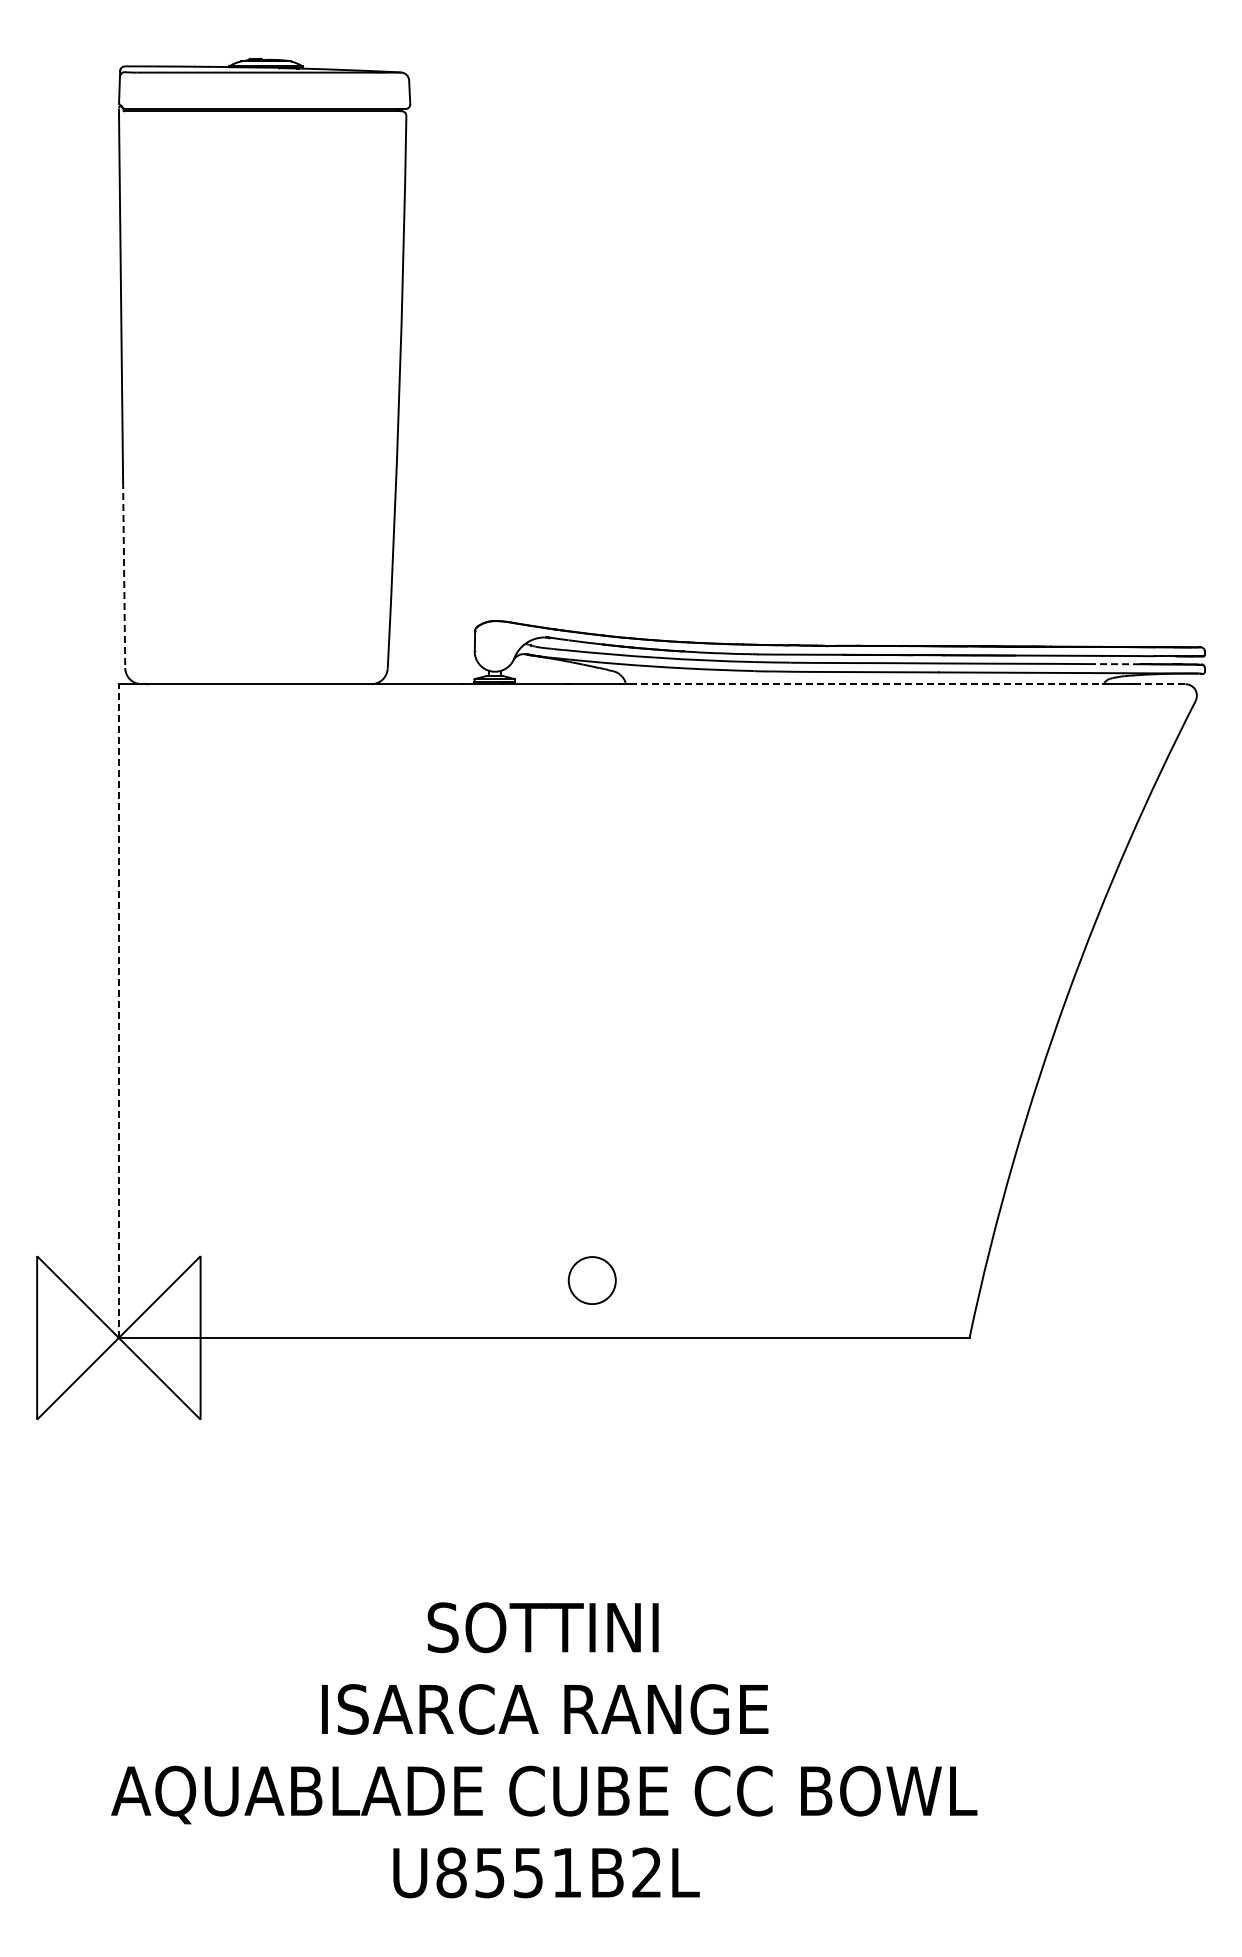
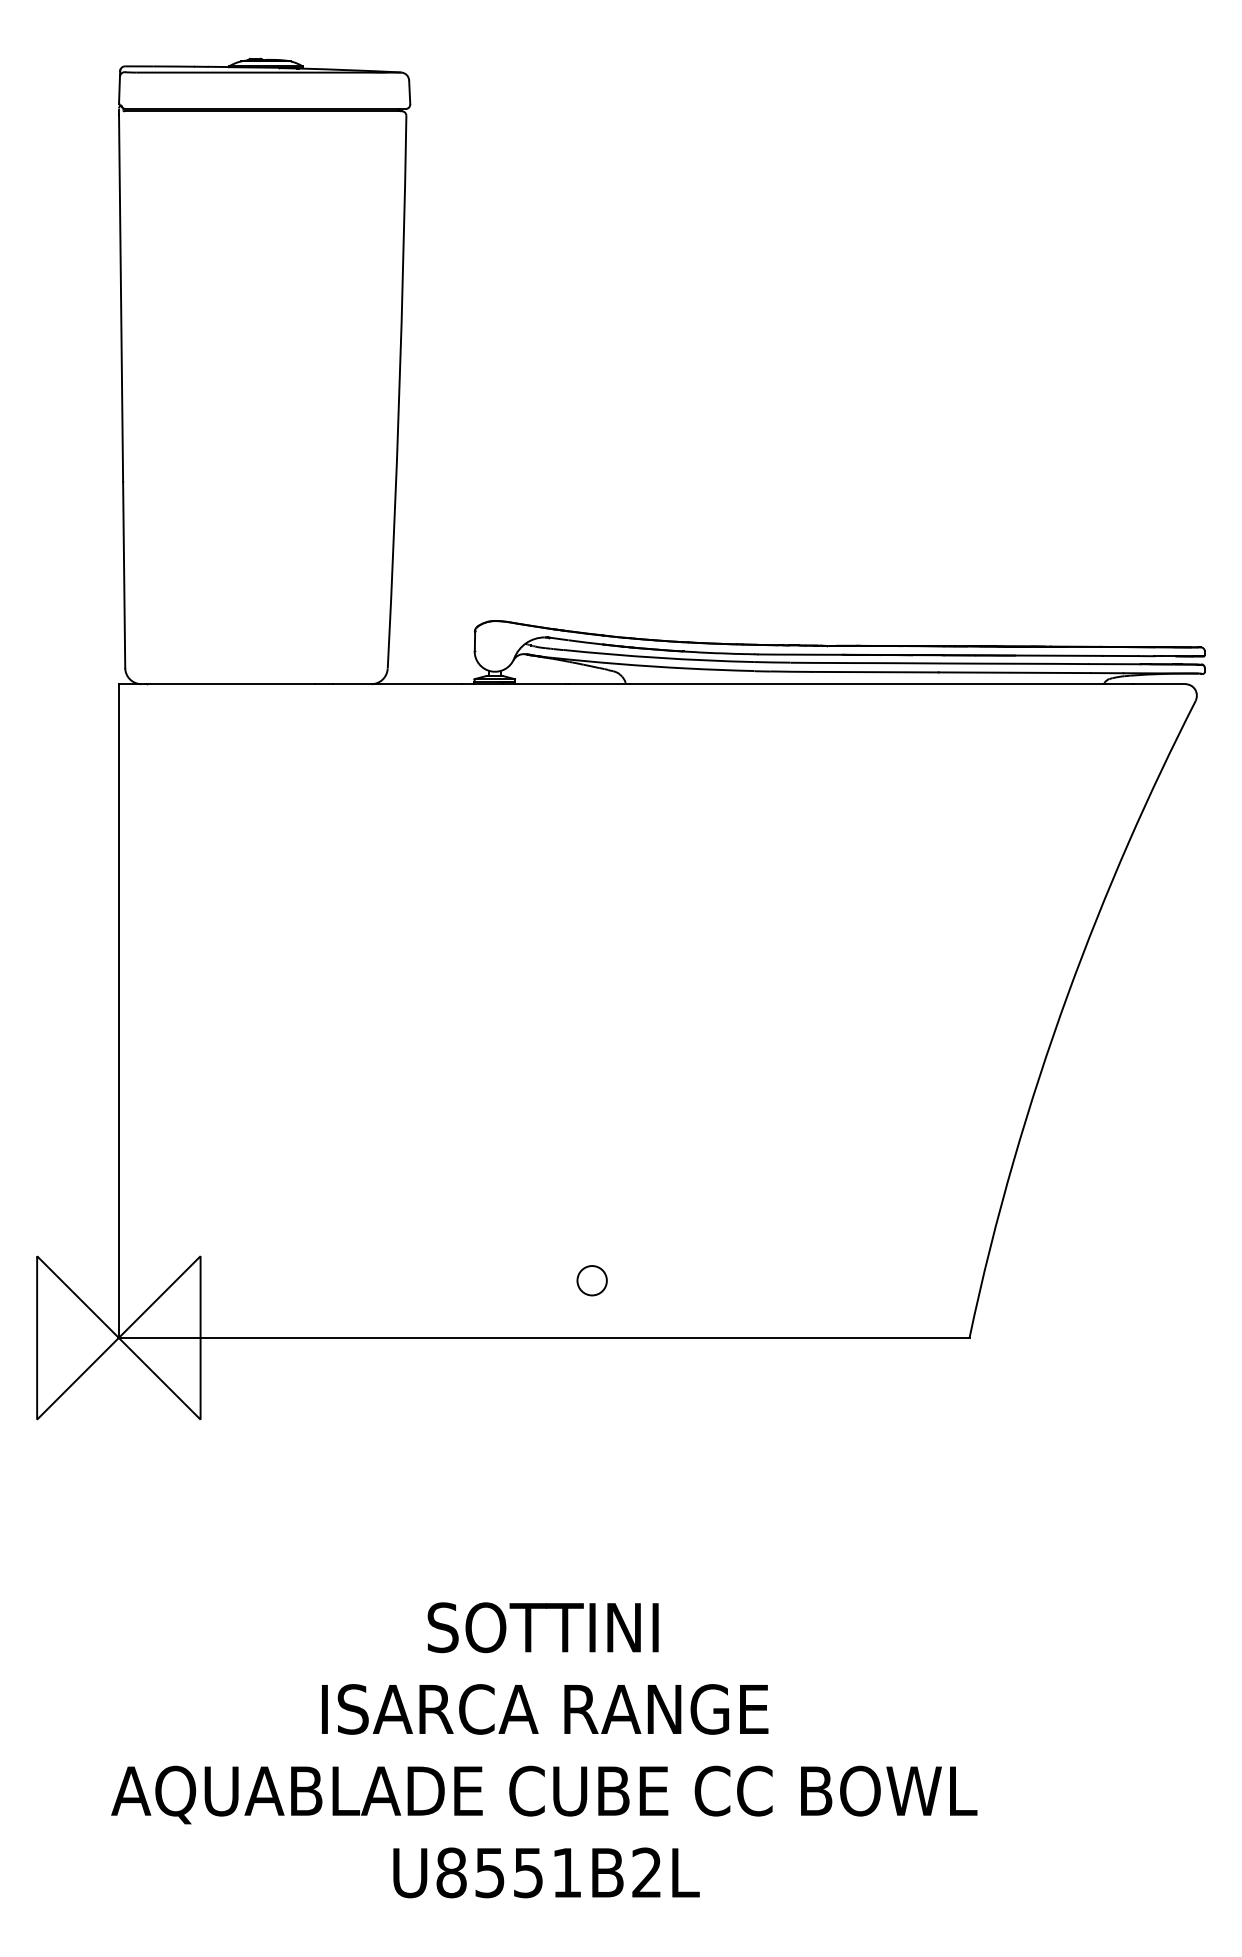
line at (124, 575): dashed -> solid
line at (1114, 664): dashed -> solid
line at (866, 684): dashed -> solid
line at (1159, 684): dashed -> solid
line at (118, 1011): dashed -> solid
circle at (591, 1280) size: 50x49 px -> 32x32 px
